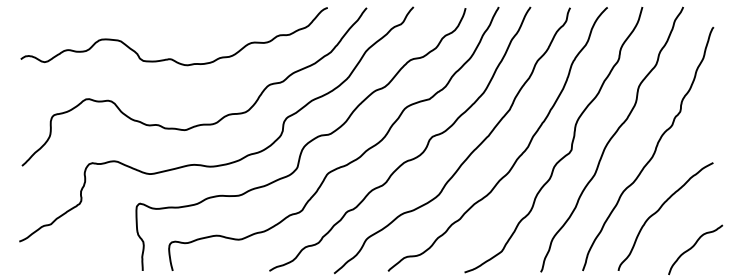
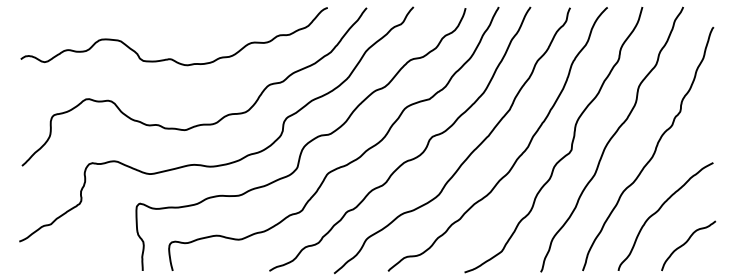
curve at (693, 247) position: (693, 247) -> (686, 243)
